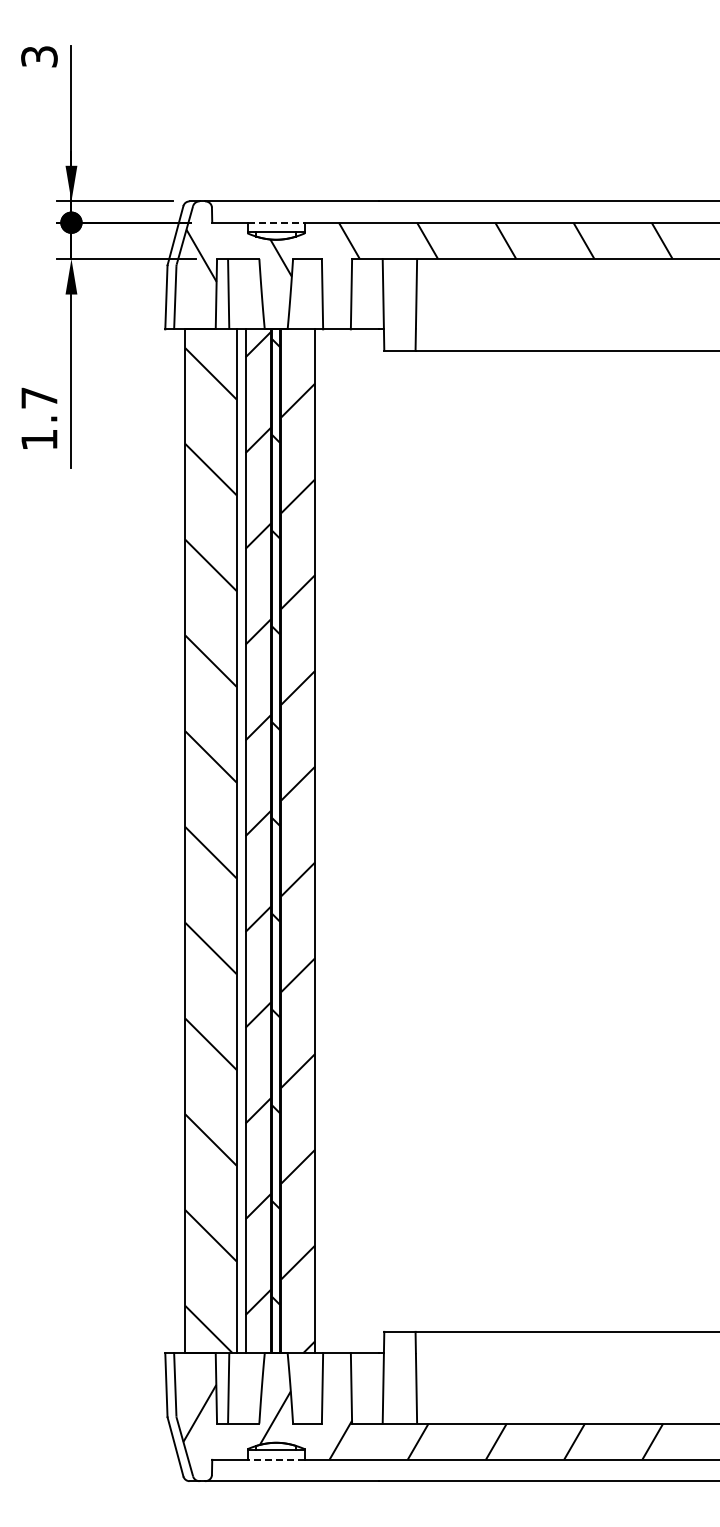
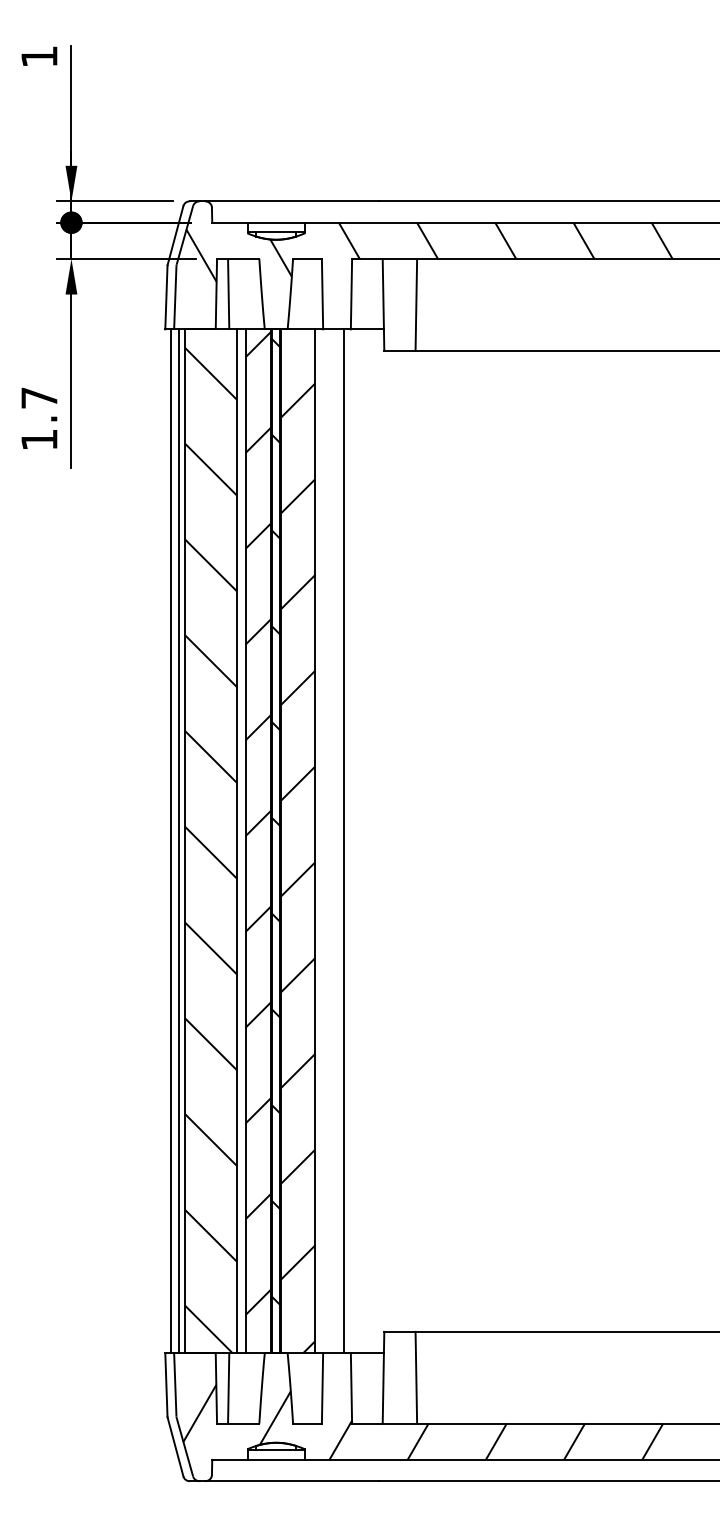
text at (39, 56): 3 -> 1
line at (276, 222): dashed -> solid
line at (170, 841): none -> present
line at (178, 841): none -> present
line at (344, 841): none -> present
line at (276, 1459): dashed -> solid
